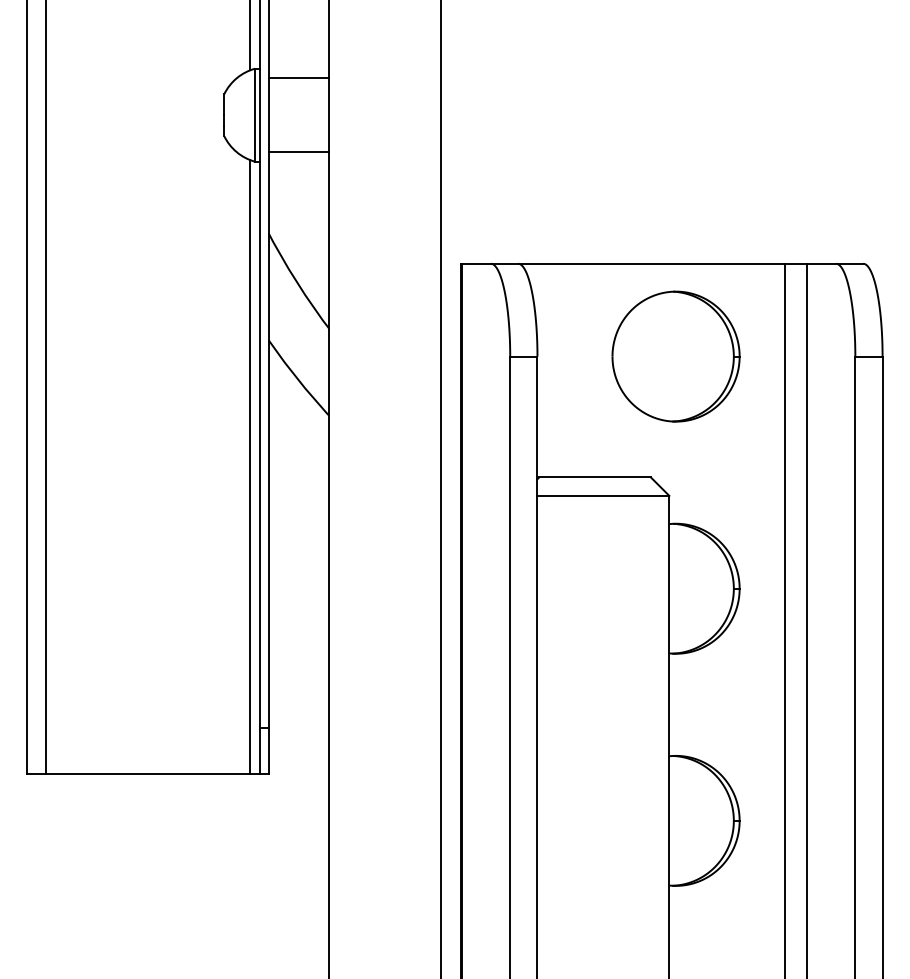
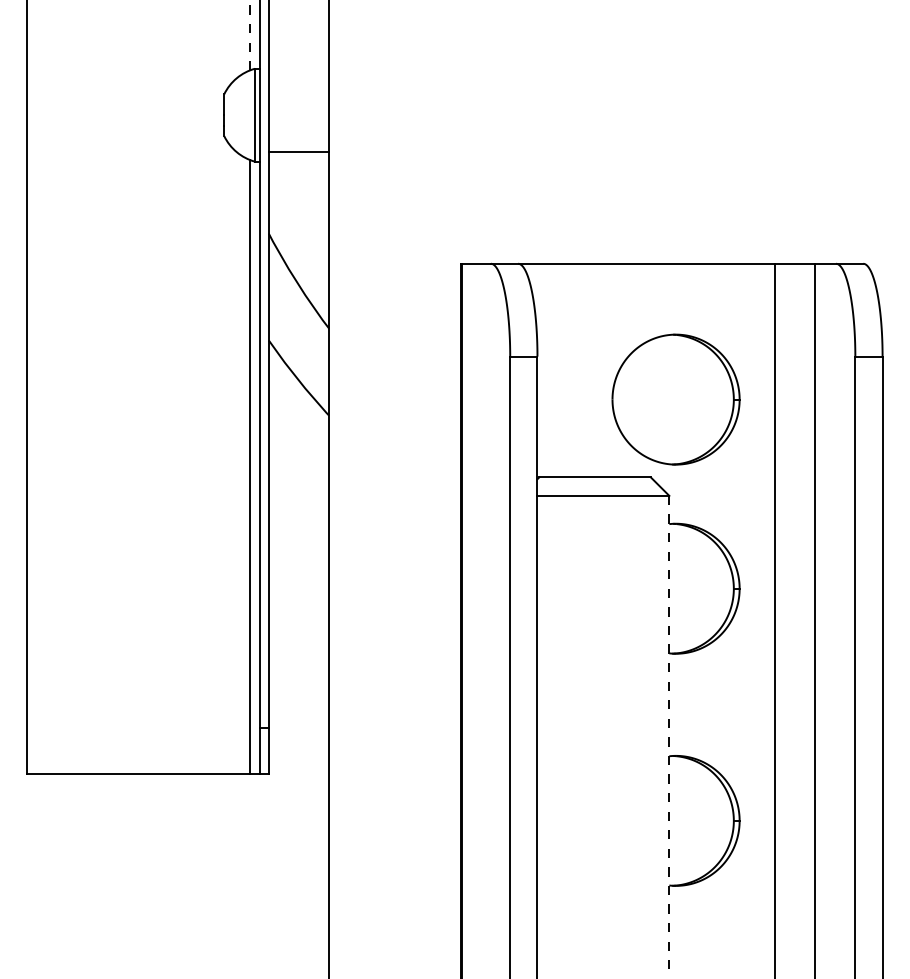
line at (250, 35): solid -> dashed
line at (298, 78): present -> none
part at (675, 356) position: (675, 356) -> (675, 399)
line at (45, 388): present -> none
line at (441, 488): present -> none
line at (785, 619) position: (785, 619) -> (775, 619)
line at (807, 619) position: (807, 619) -> (815, 619)
line at (669, 737): solid -> dashed
